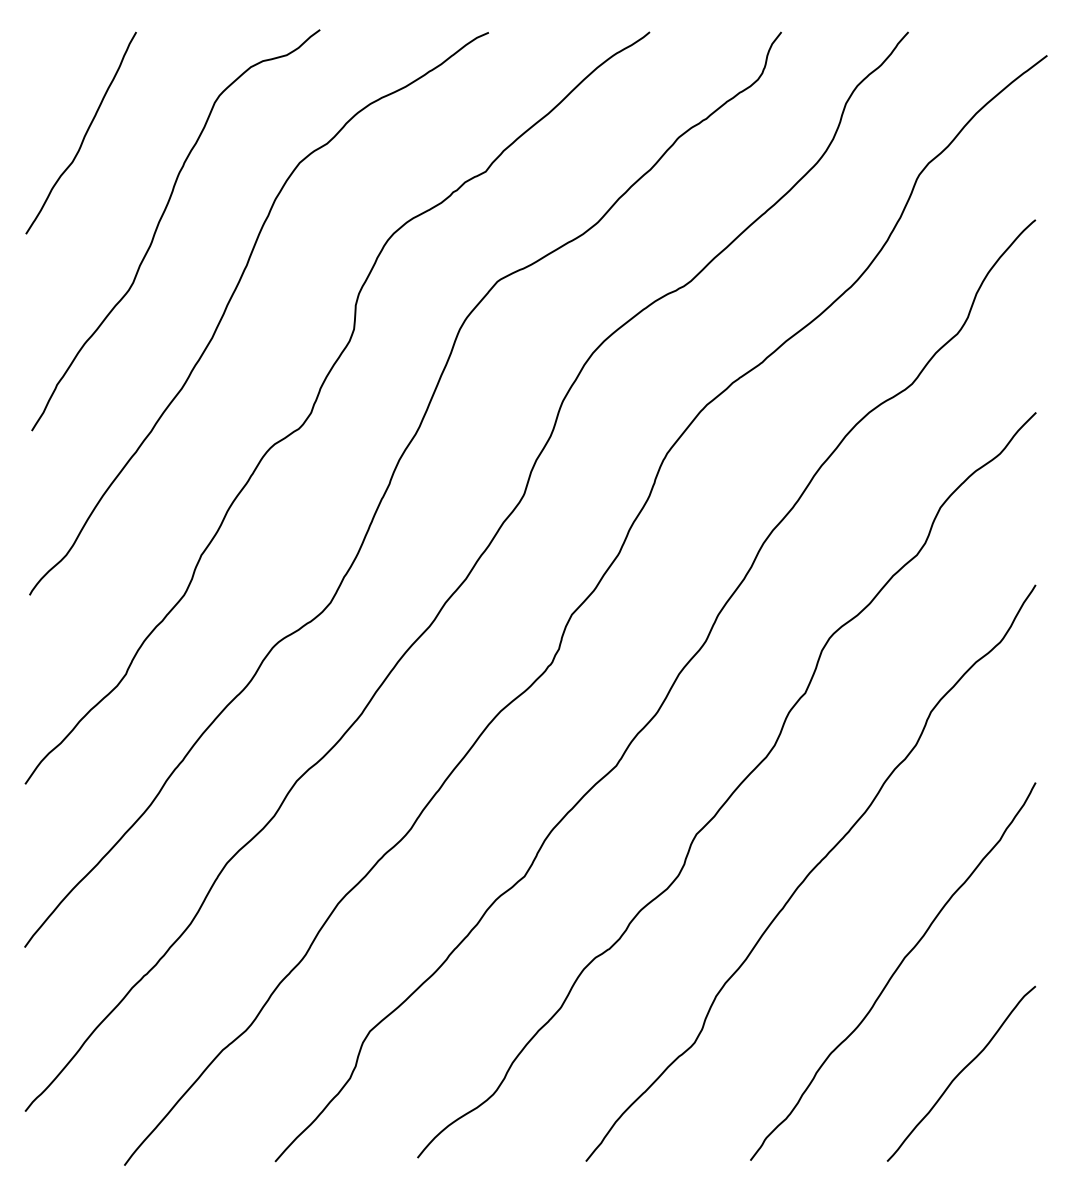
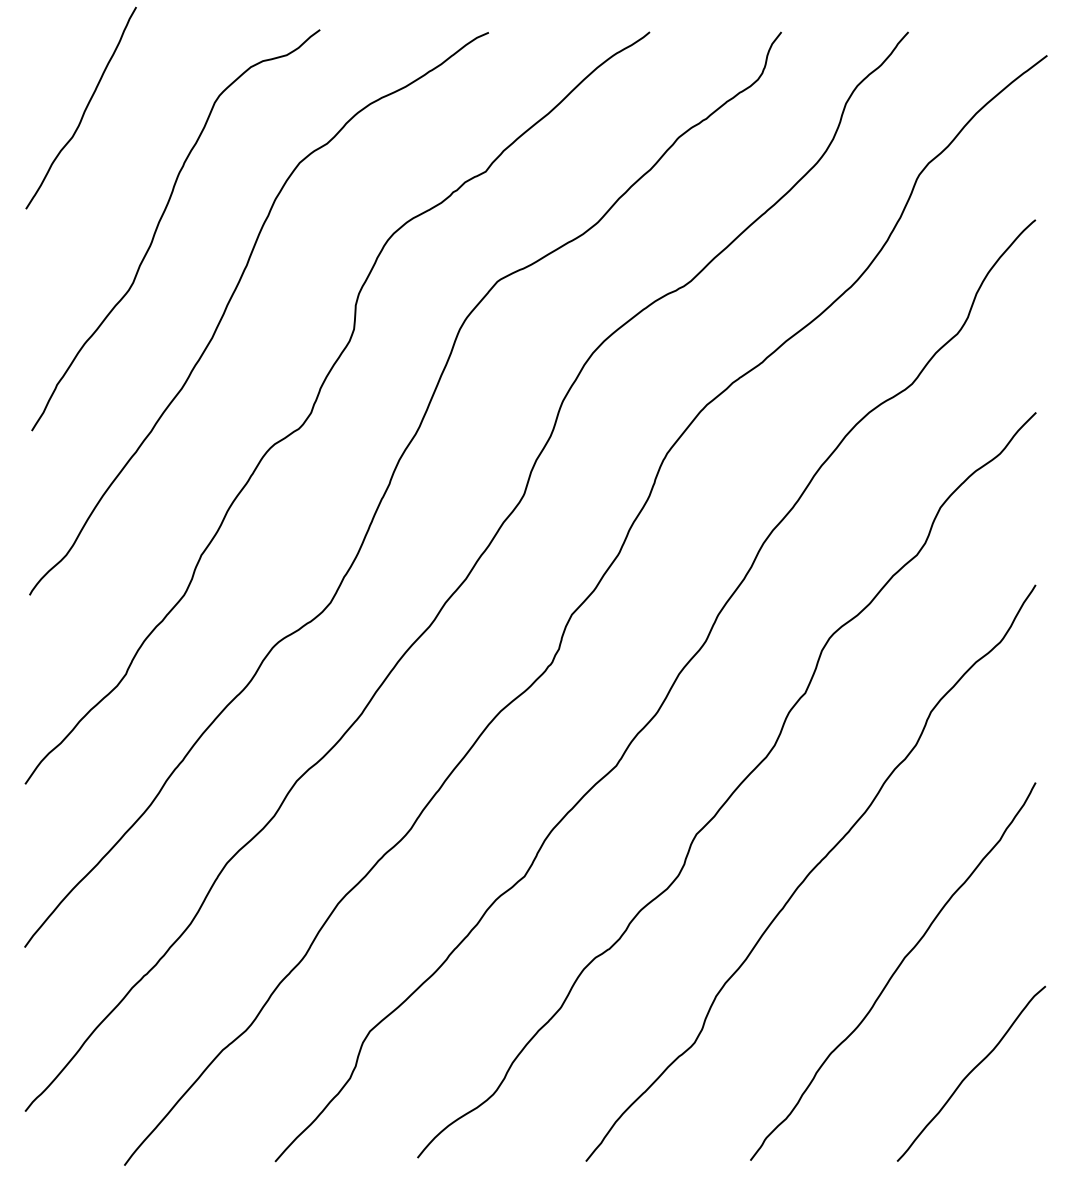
curve at (84, 134) position: (84, 134) -> (84, 109)
curve at (960, 1073) position: (960, 1073) -> (970, 1073)
